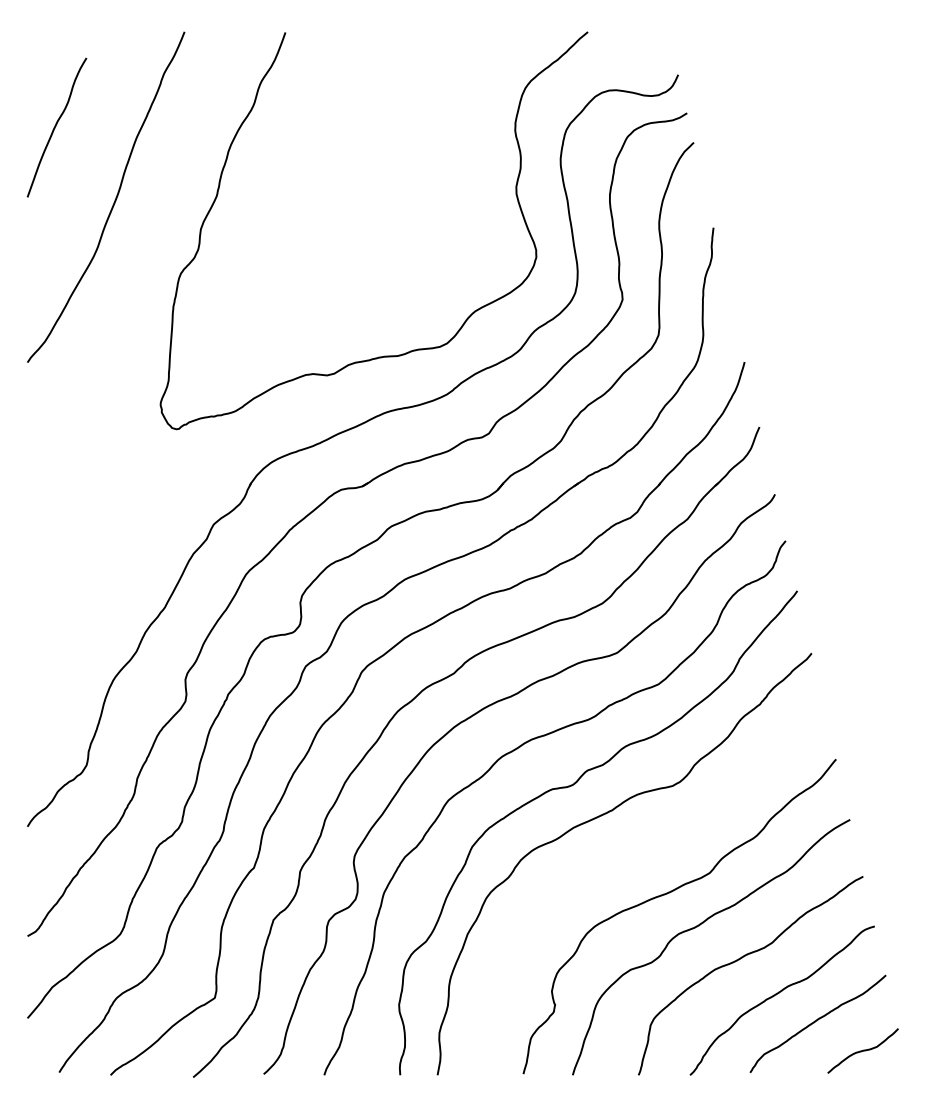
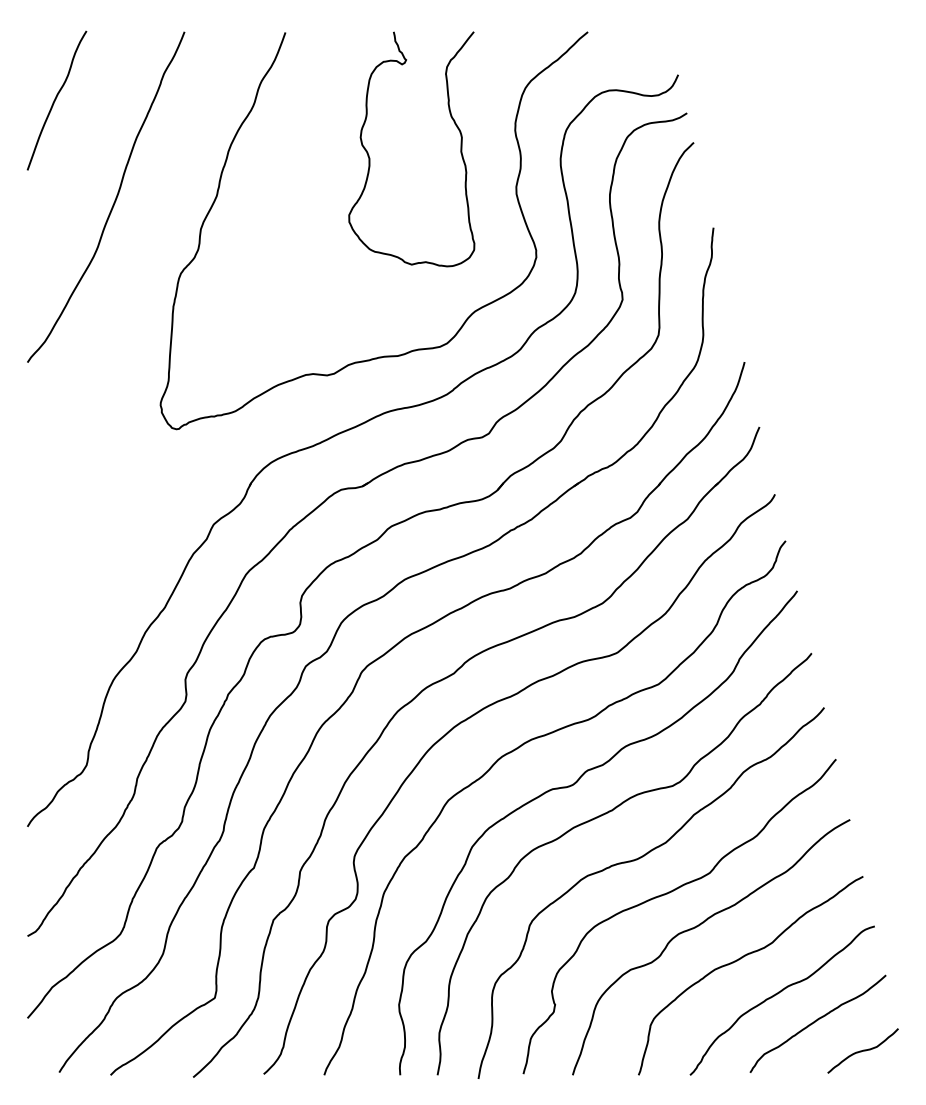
curve at (56, 126) position: (56, 126) -> (56, 99)
curve at (370, 158): none -> present
curve at (637, 860): none -> present
